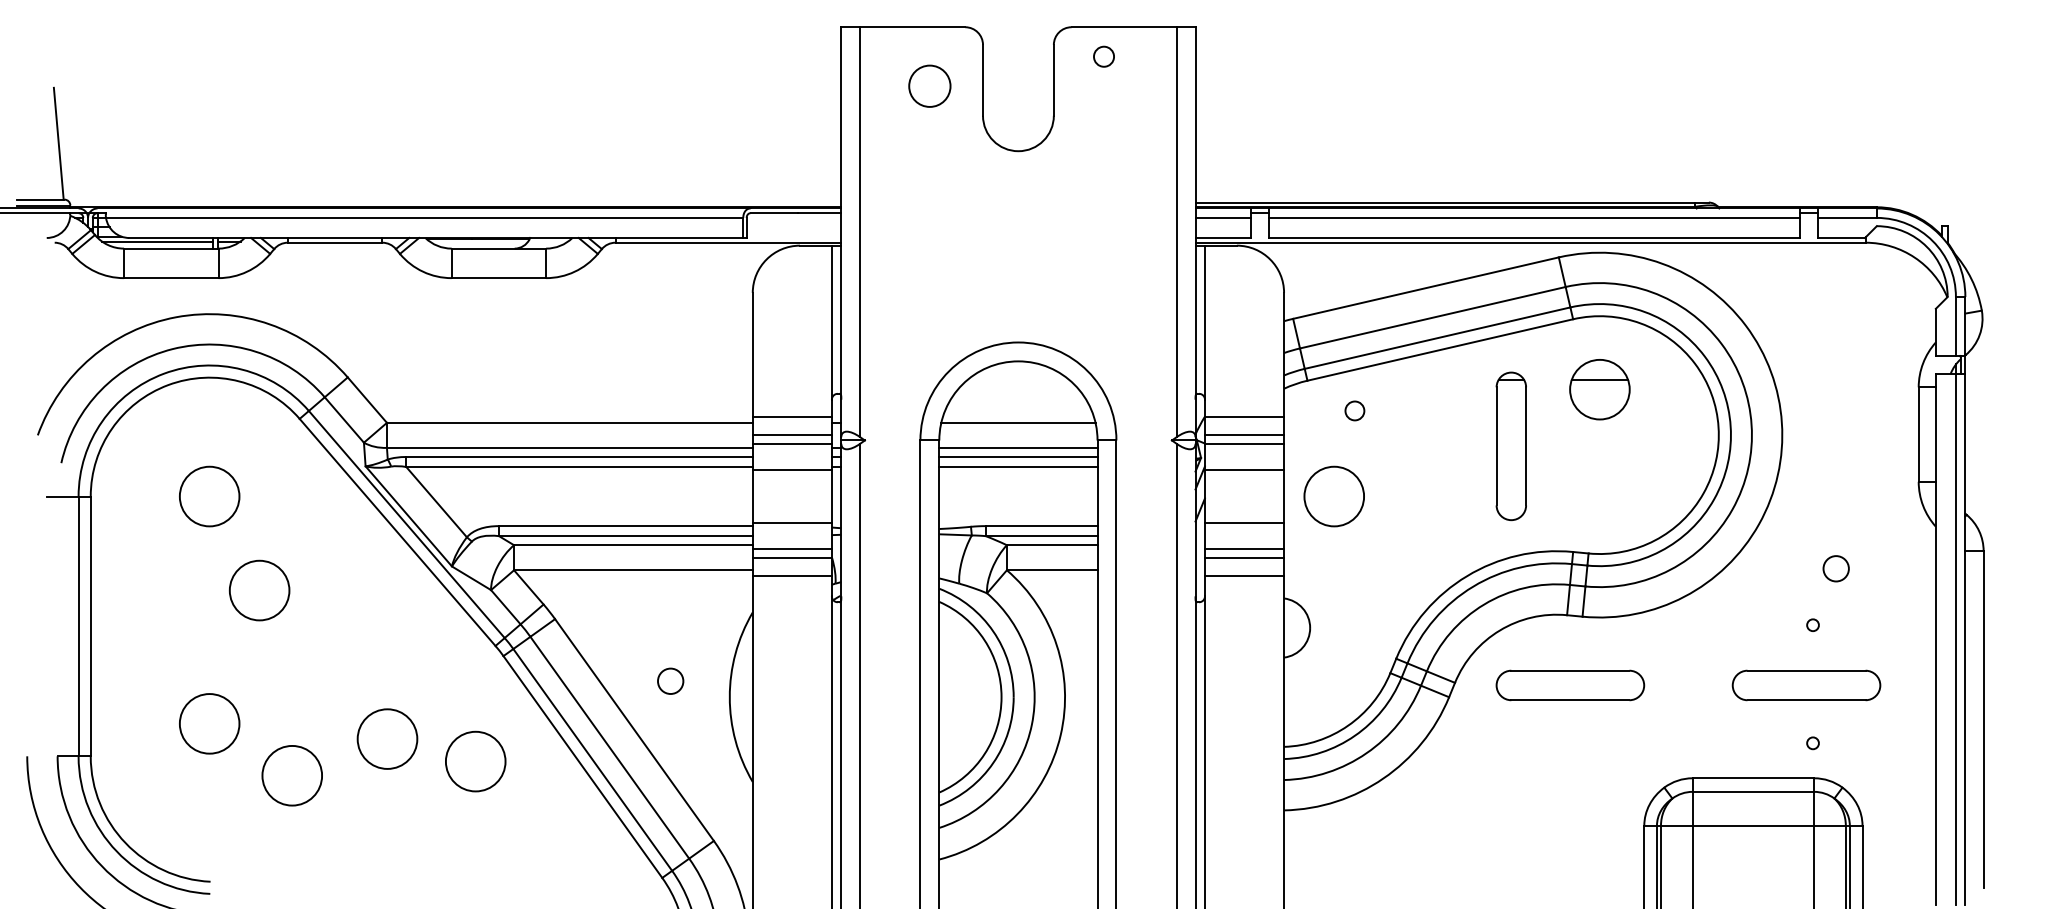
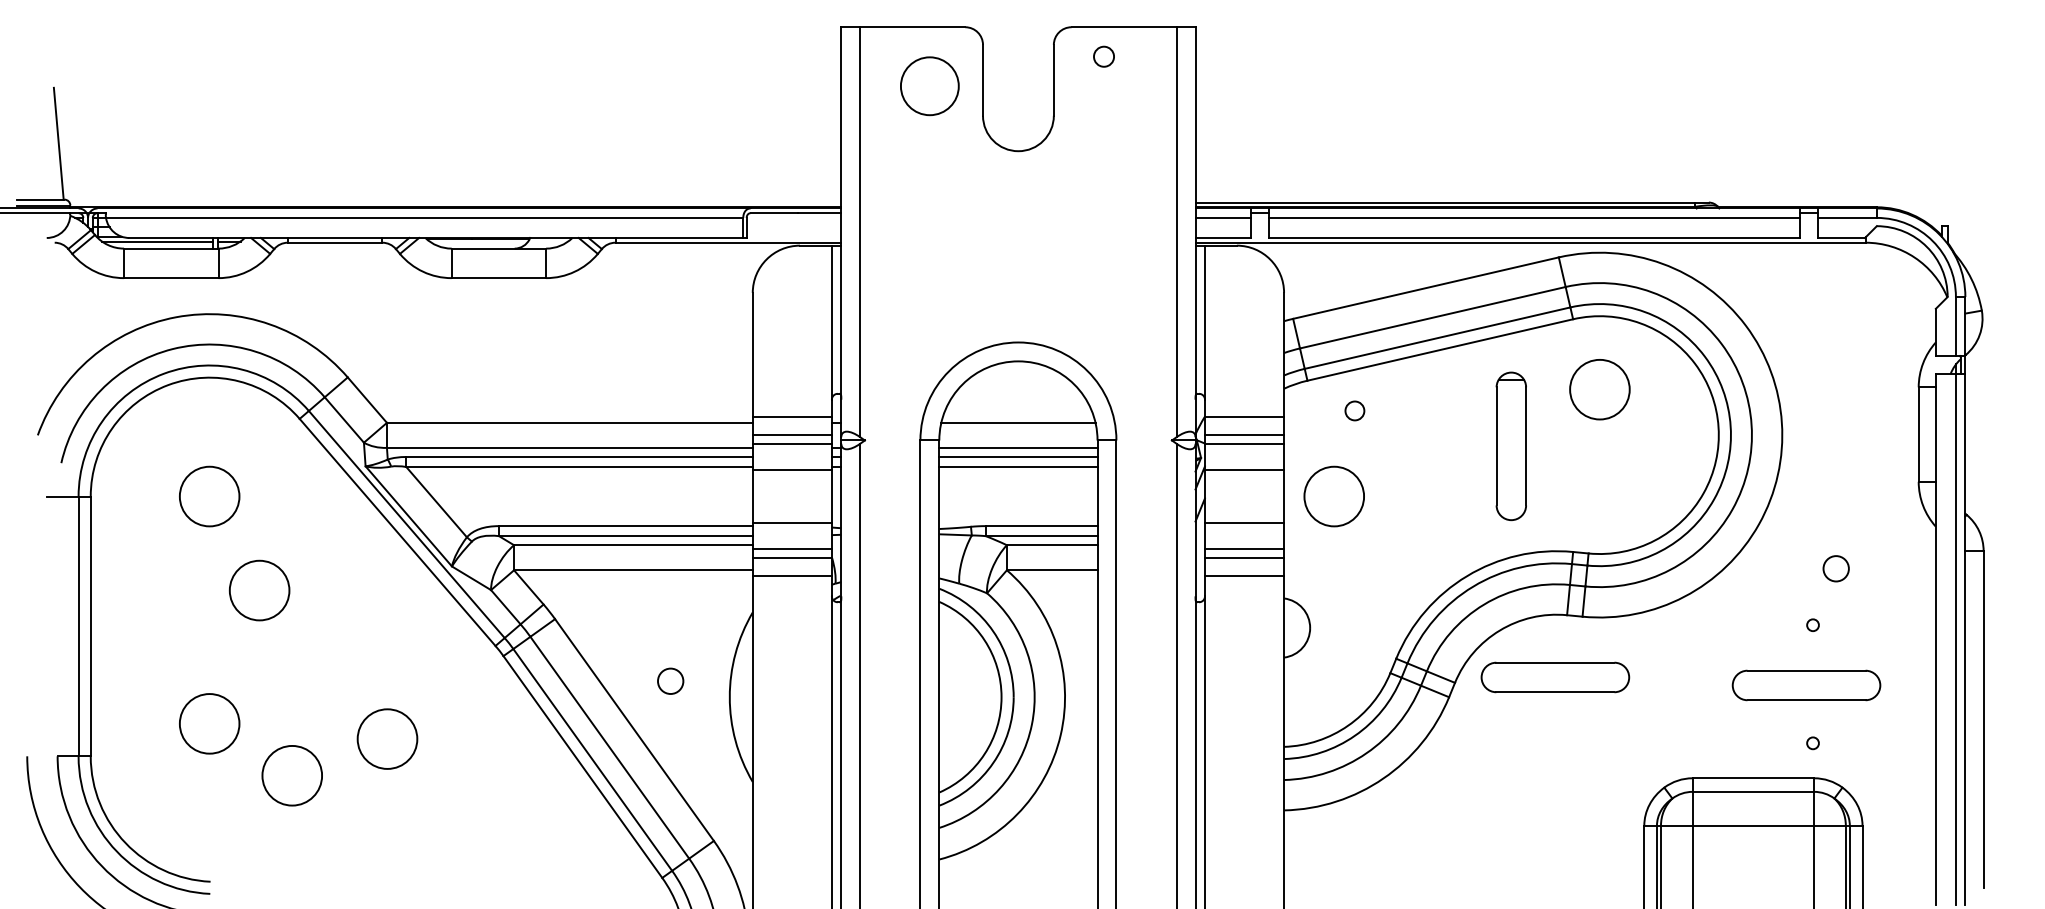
circle at (929, 85) diameter: 41 px -> 58 px
line at (1599, 379): present -> none
part at (1570, 685) position: (1570, 685) -> (1555, 677)
circle at (475, 761): present -> none
